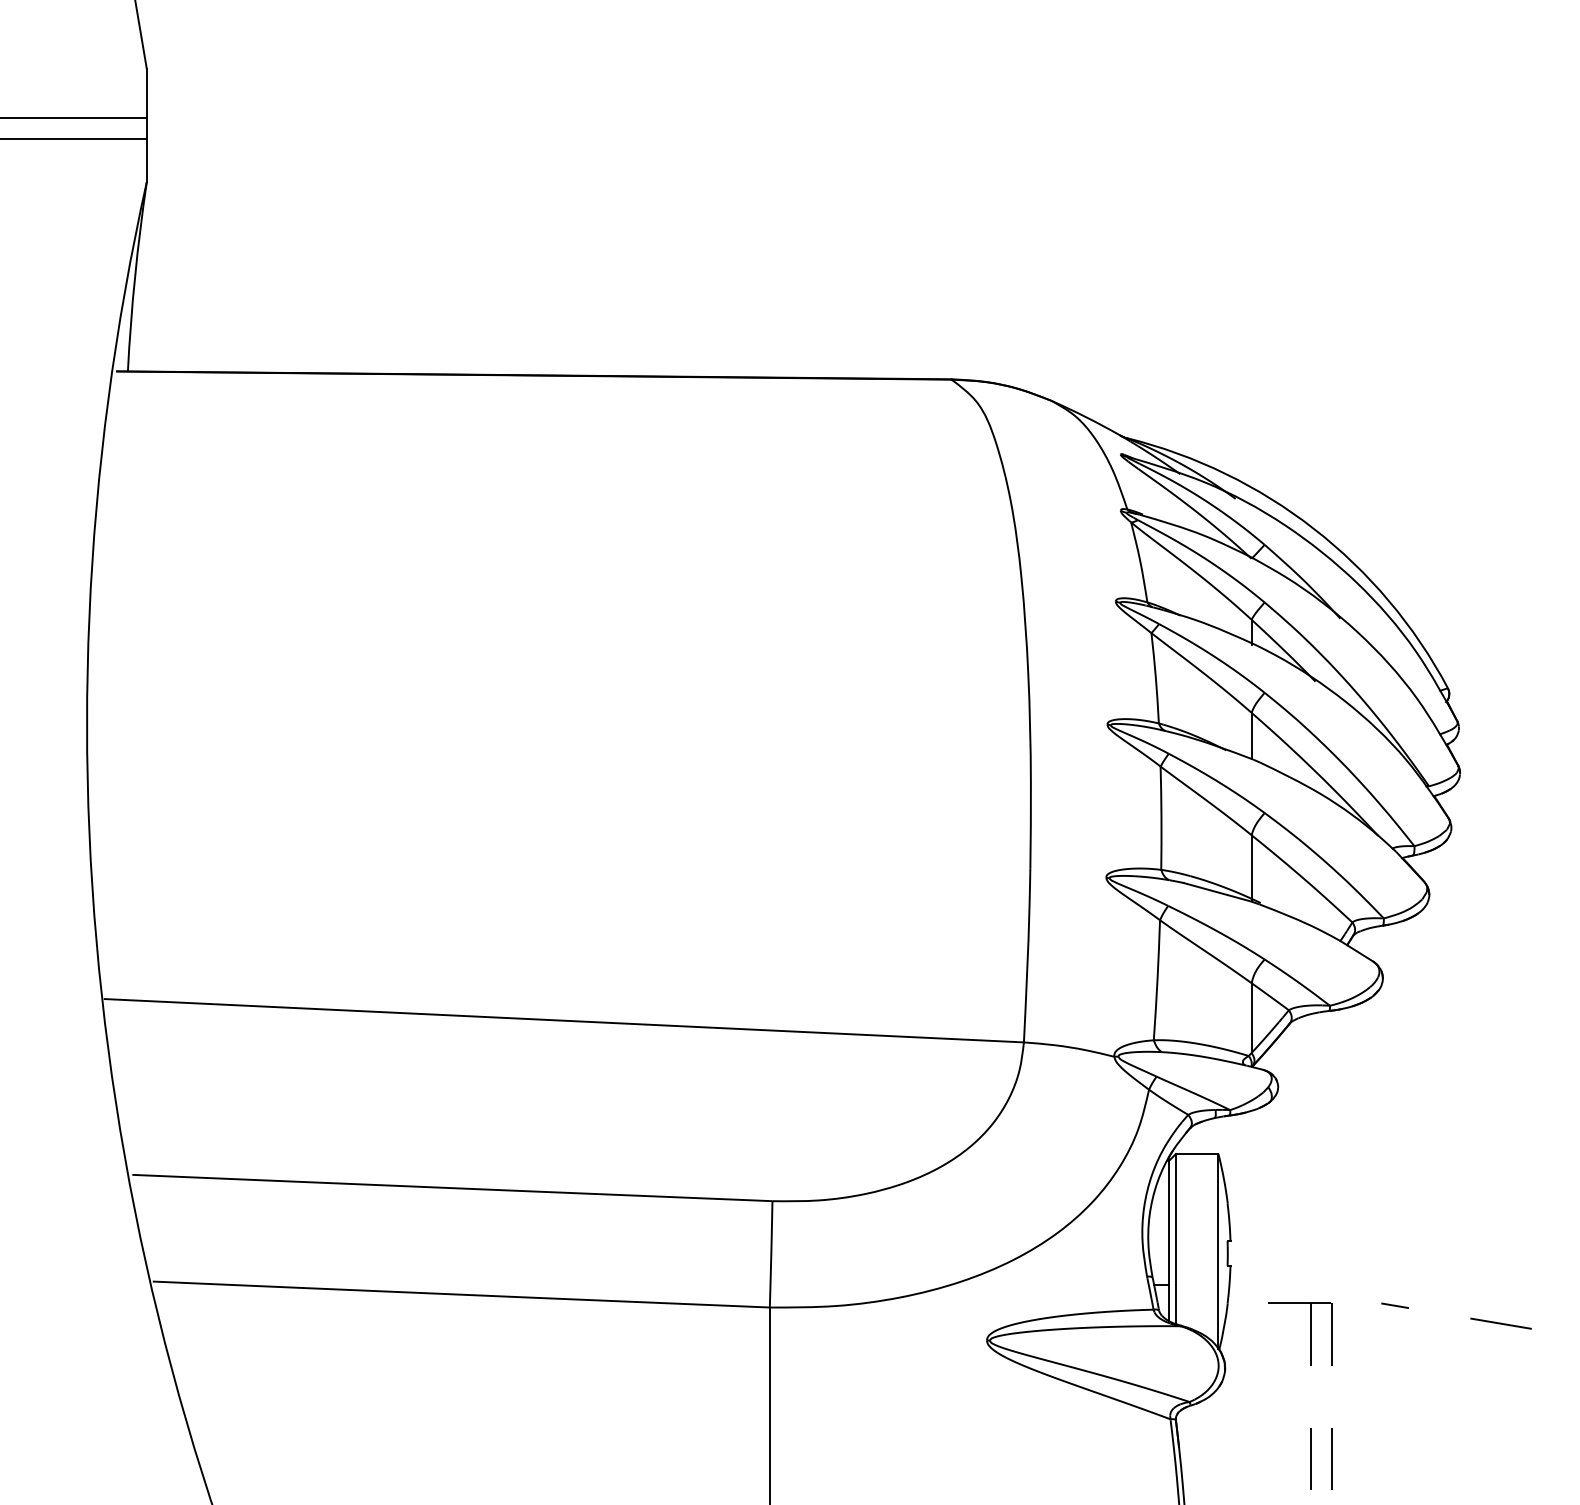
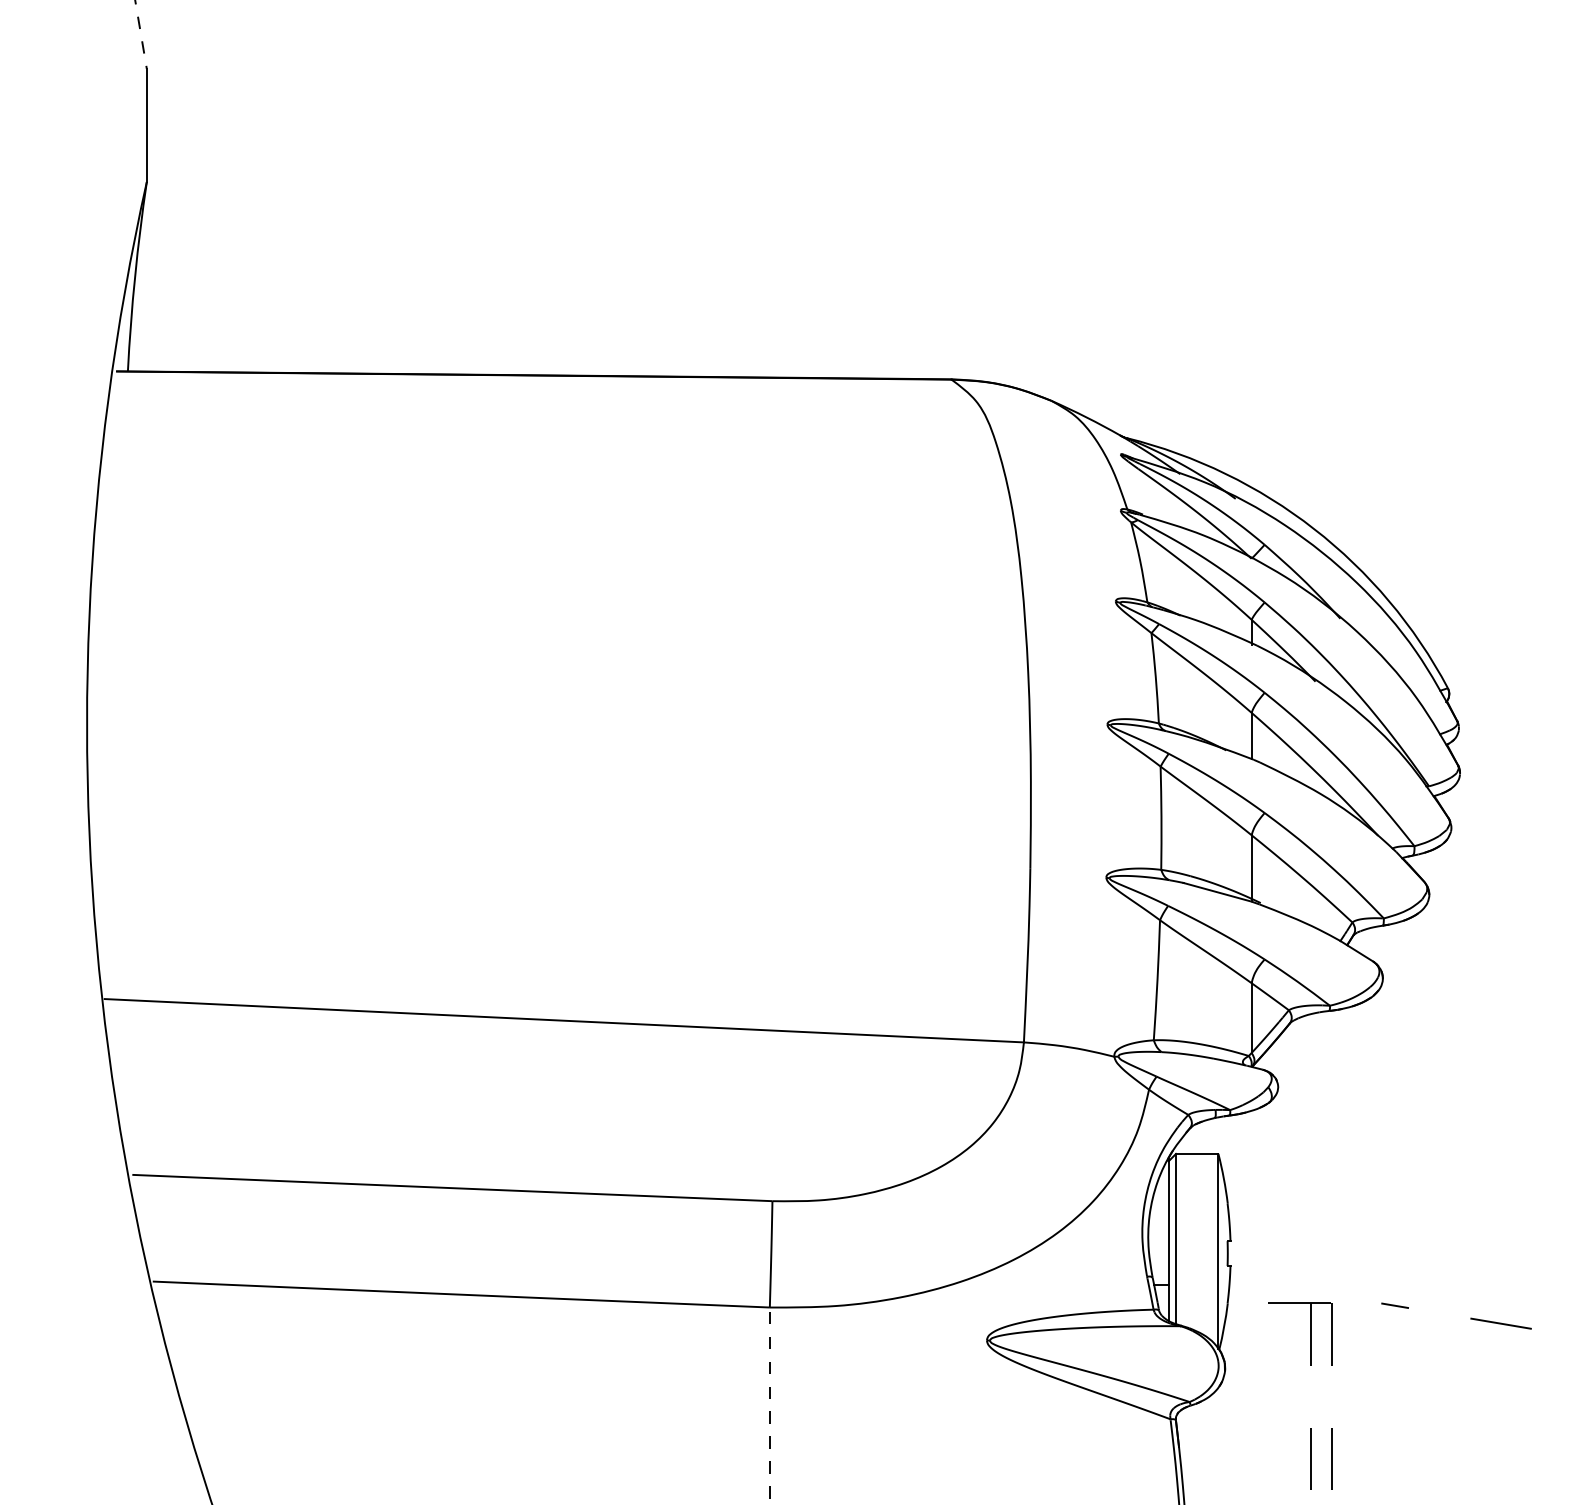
line at (141, 34): solid -> dashed
line at (74, 118): present -> none
line at (74, 139): present -> none
line at (769, 1405): solid -> dashed
